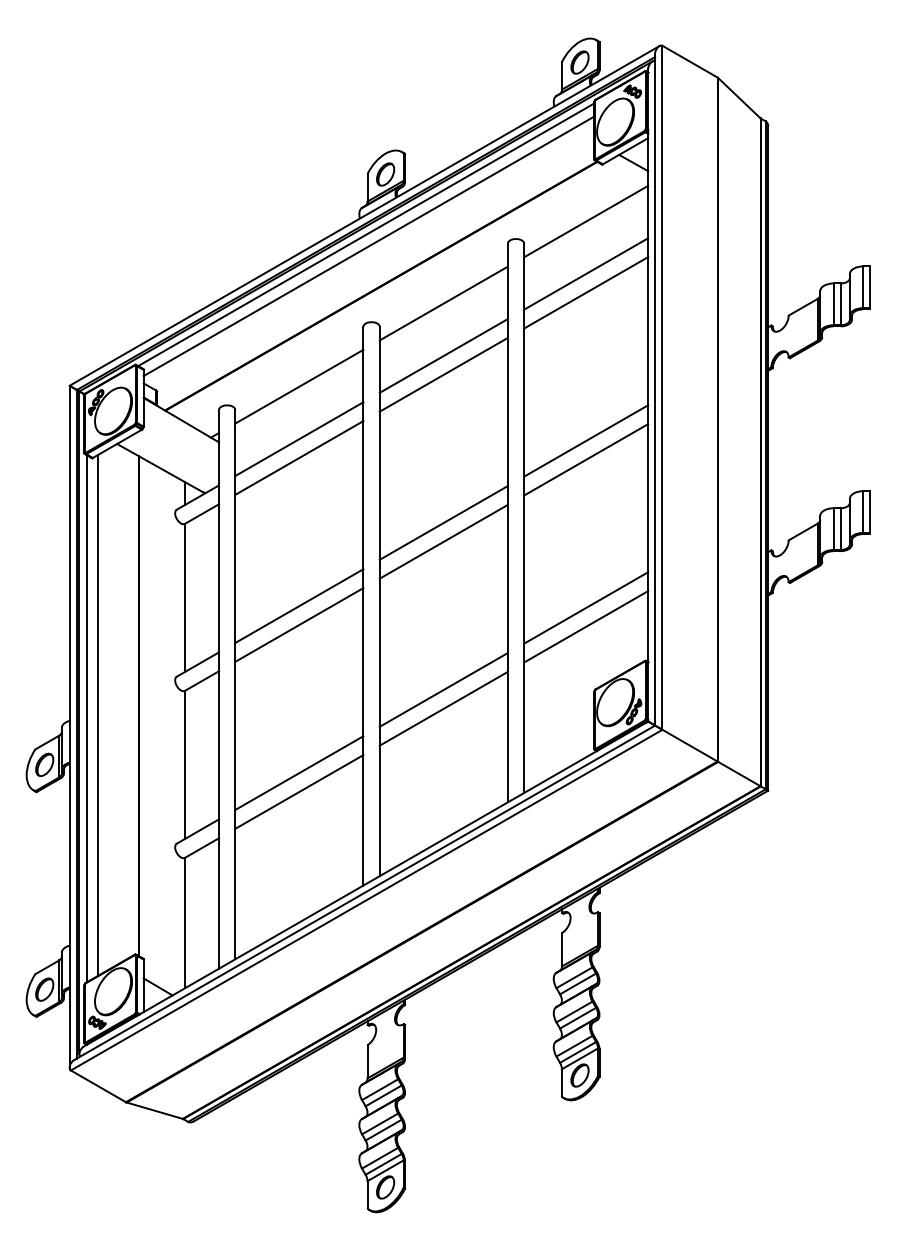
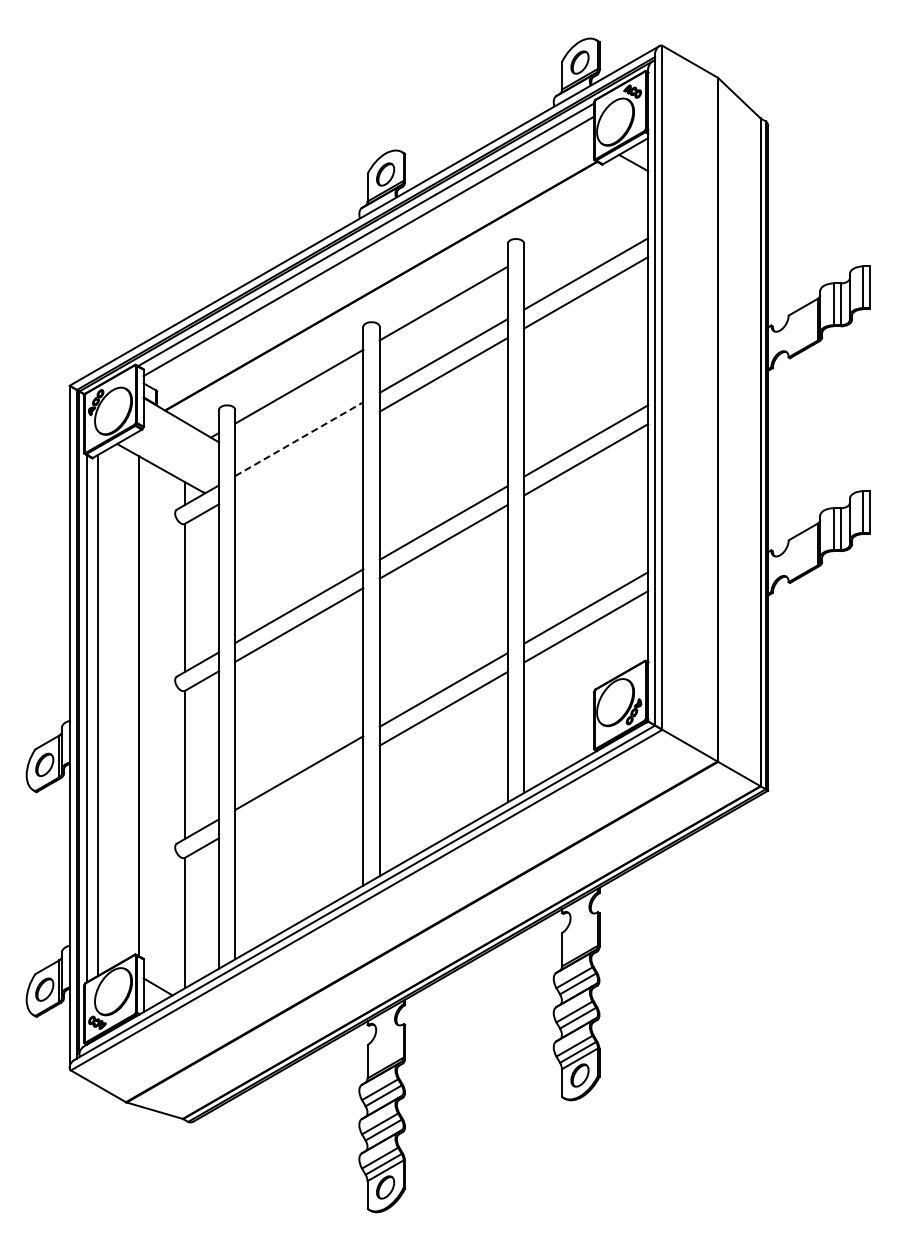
line at (586, 221): present -> none
line at (299, 439): solid -> dashed
line at (299, 457): present -> none
line at (299, 791): present -> none
